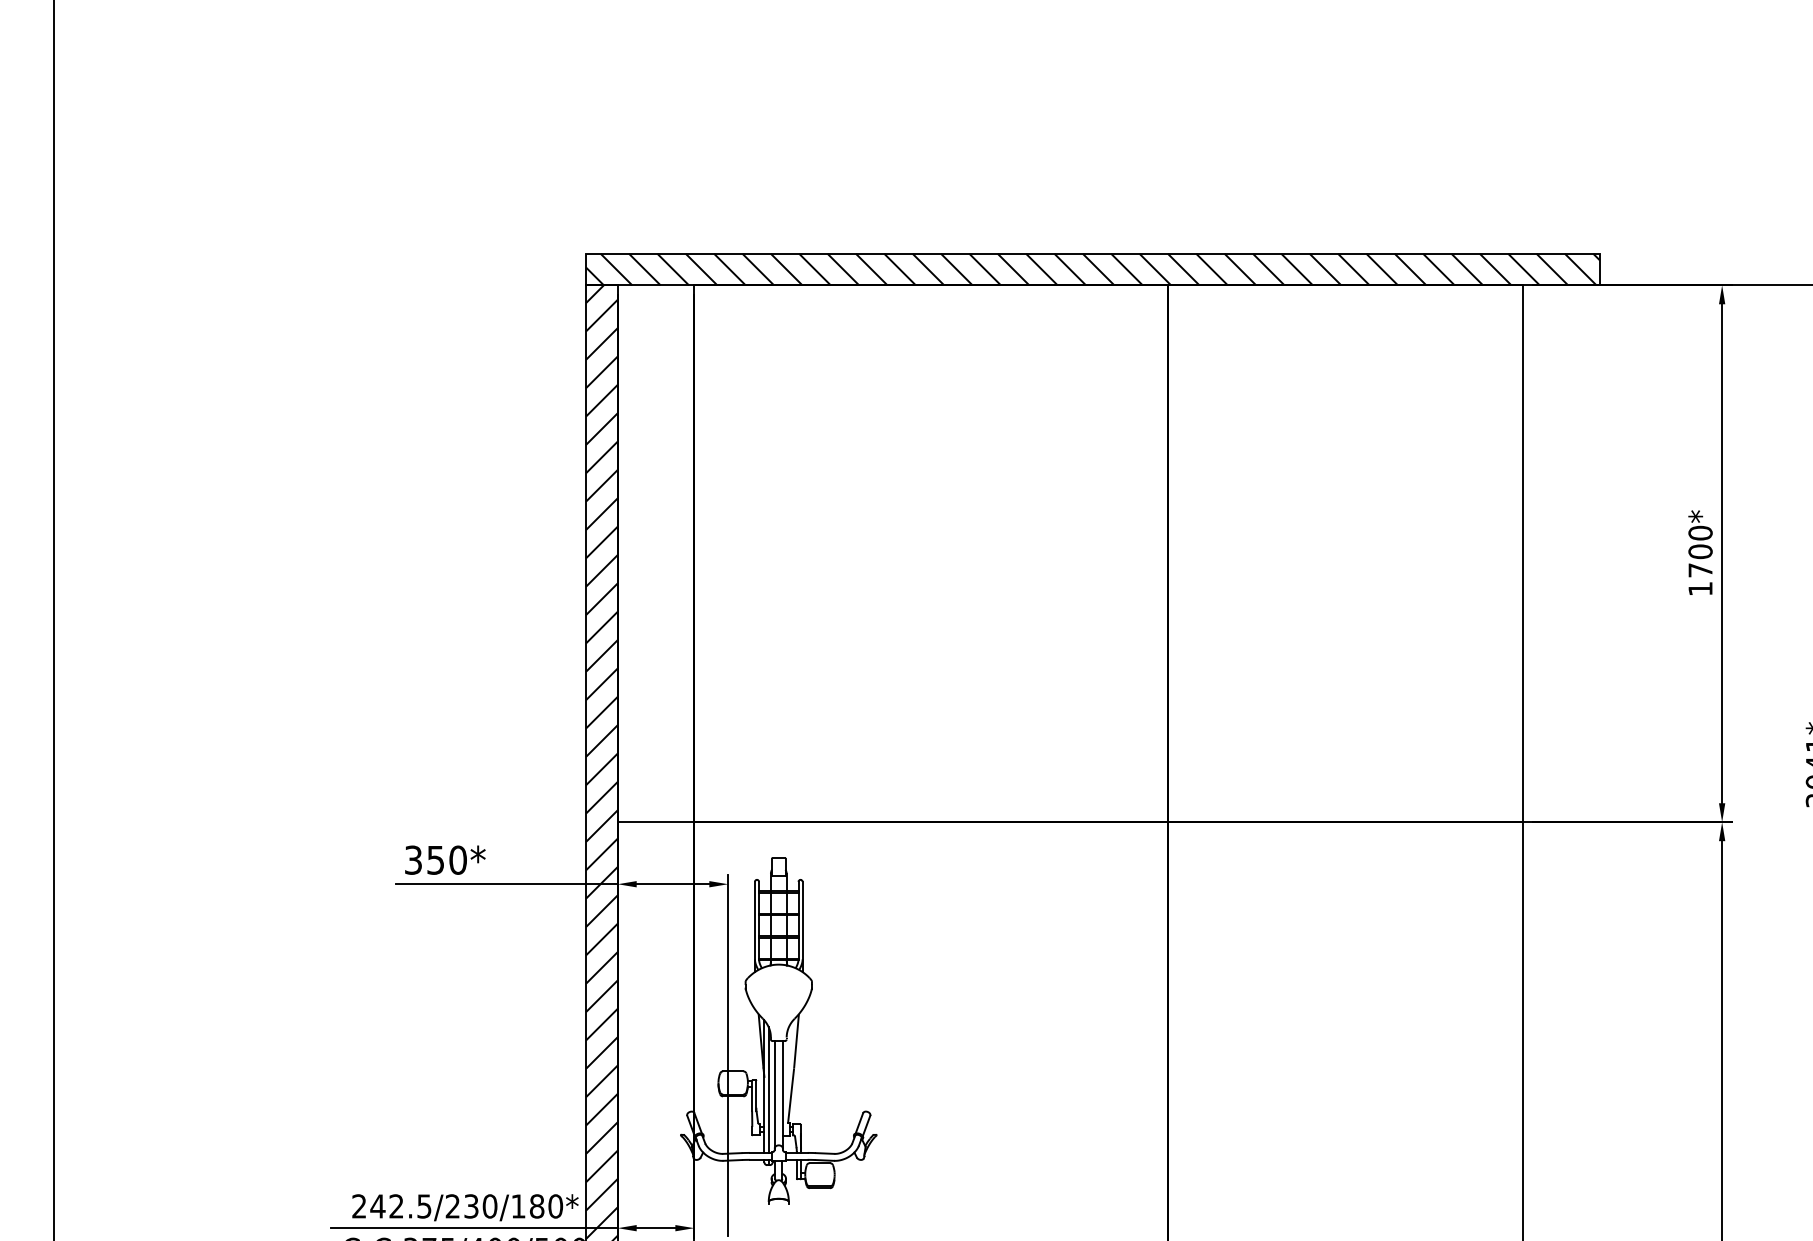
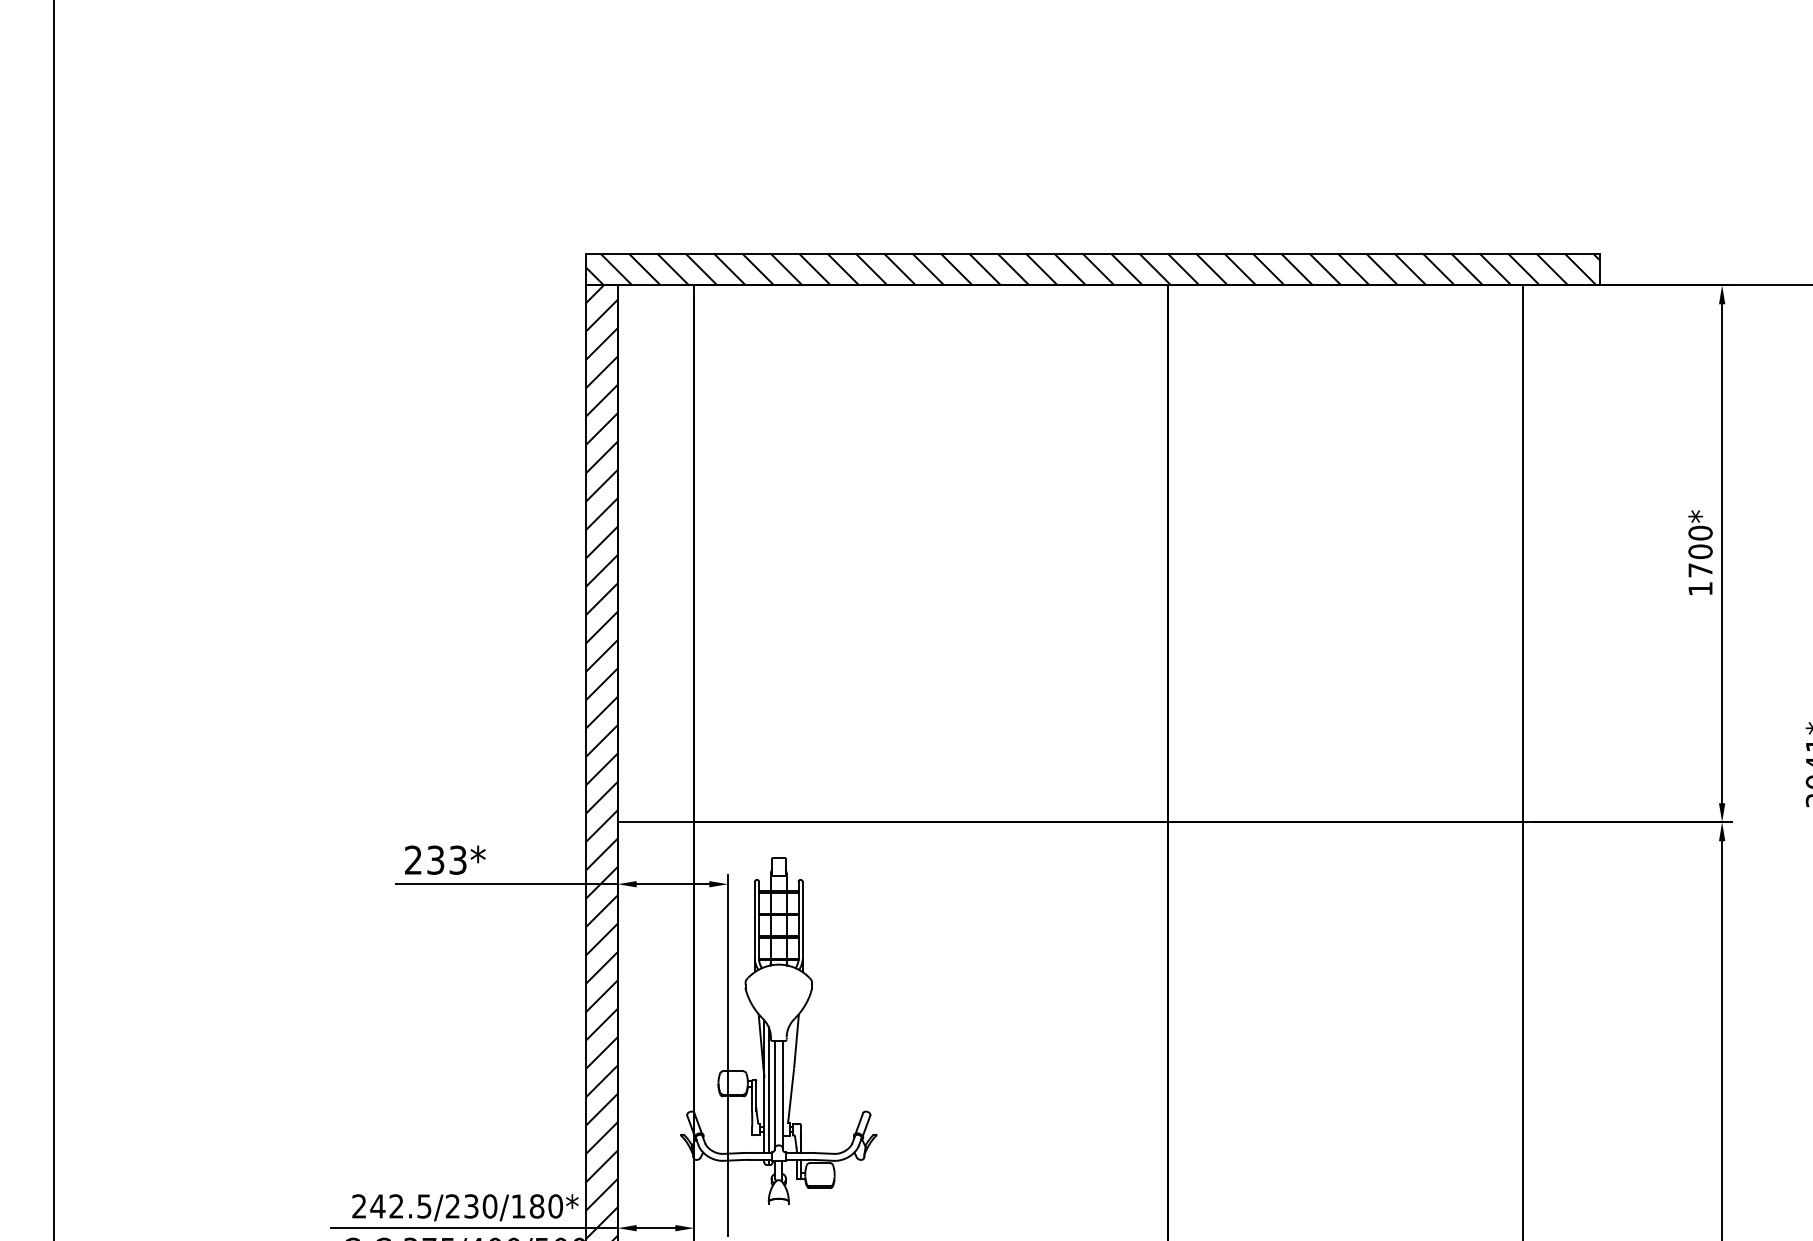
text at (435, 859): 350* -> 233*
